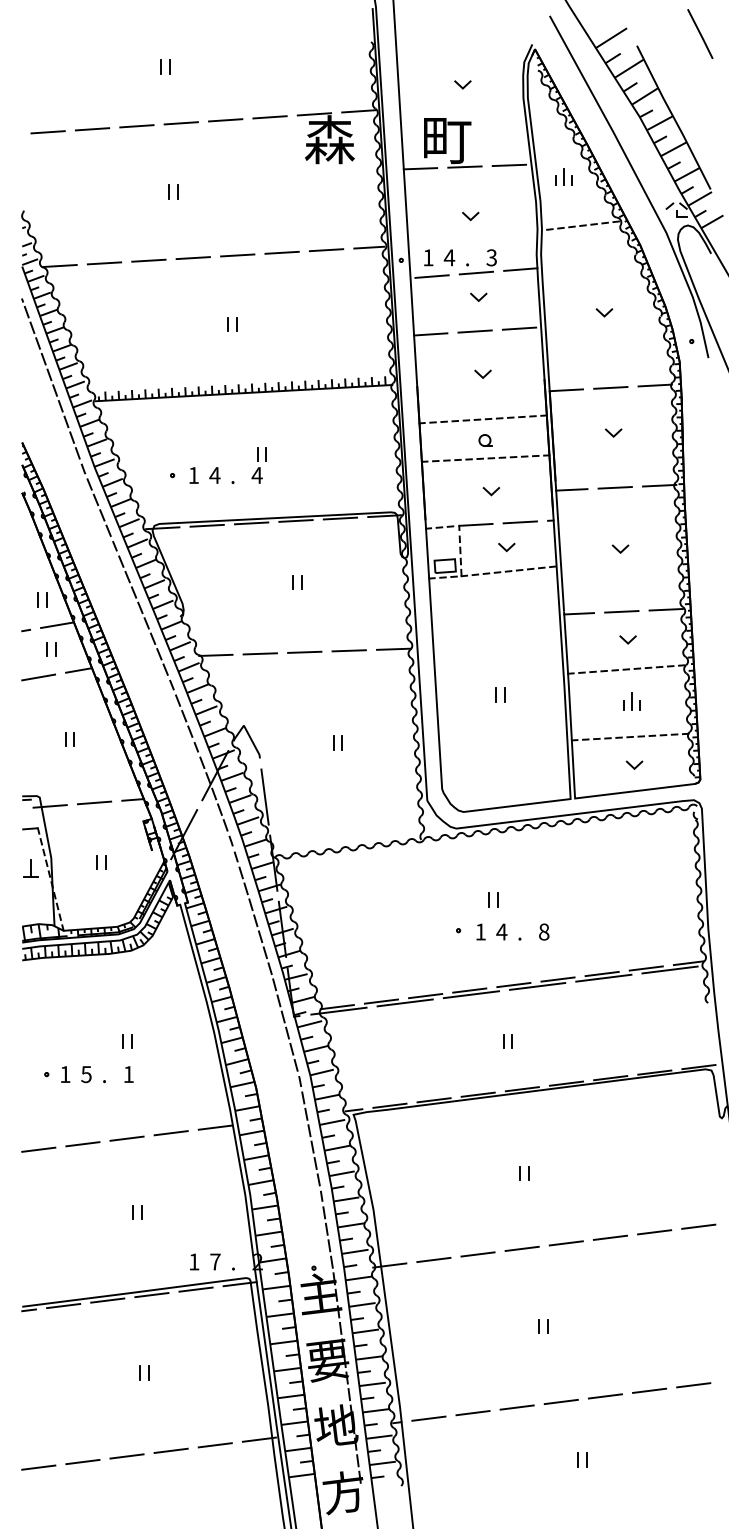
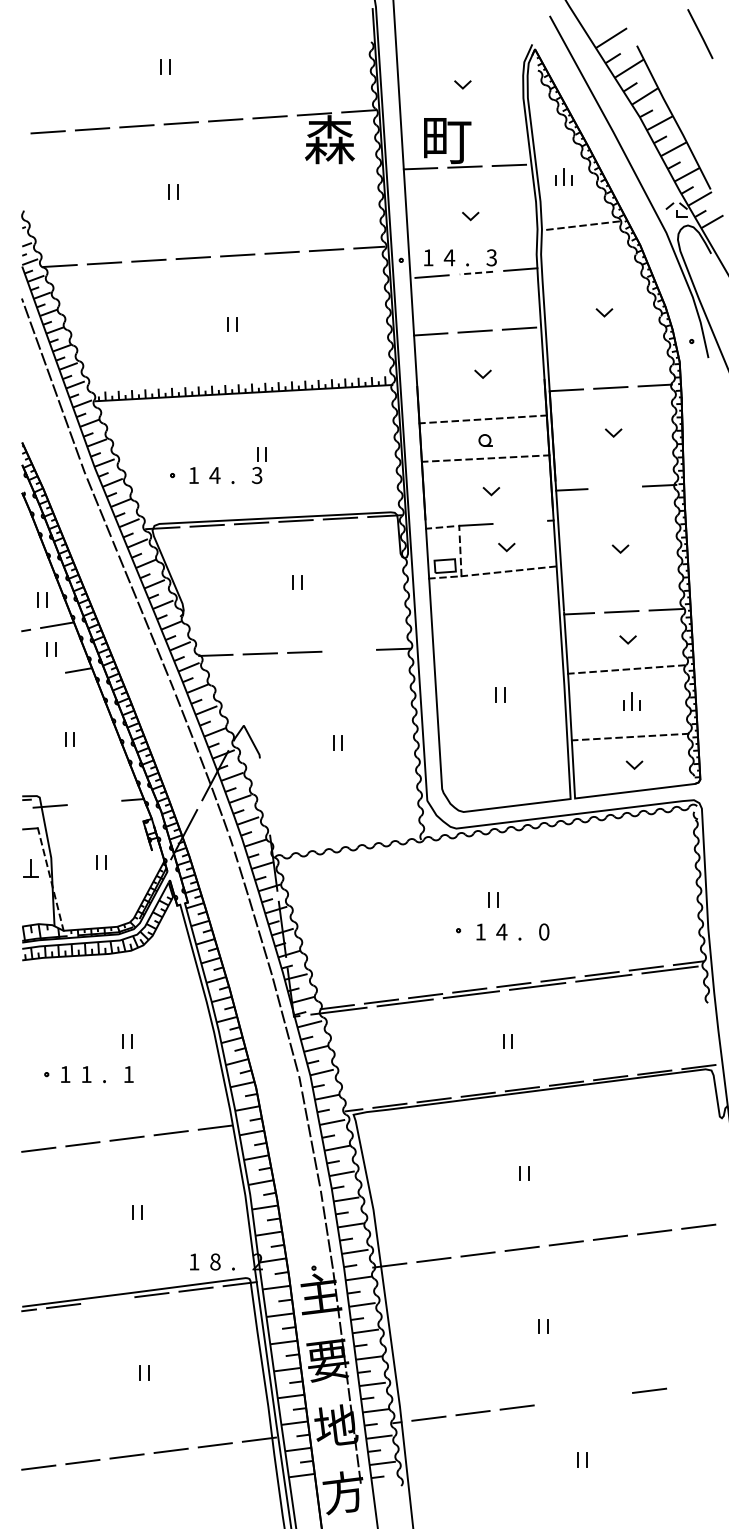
line at (476, 273): solid -> dashed
line at (476, 297): present -> none
text at (256, 475): 4 -> 3
line at (614, 487): present -> none
line at (519, 522): present -> none
line at (348, 650): present -> none
line at (38, 677): present -> none
line at (264, 796): present -> none
line at (94, 802): present -> none
text at (544, 932): 8 -> 0
text at (86, 1074): 5 -> 1
text at (215, 1261): 7 -> 8
line at (107, 1300): present -> none
line at (693, 1385): present -> none
line at (605, 1396): present -> none
line at (560, 1401): present -> none
